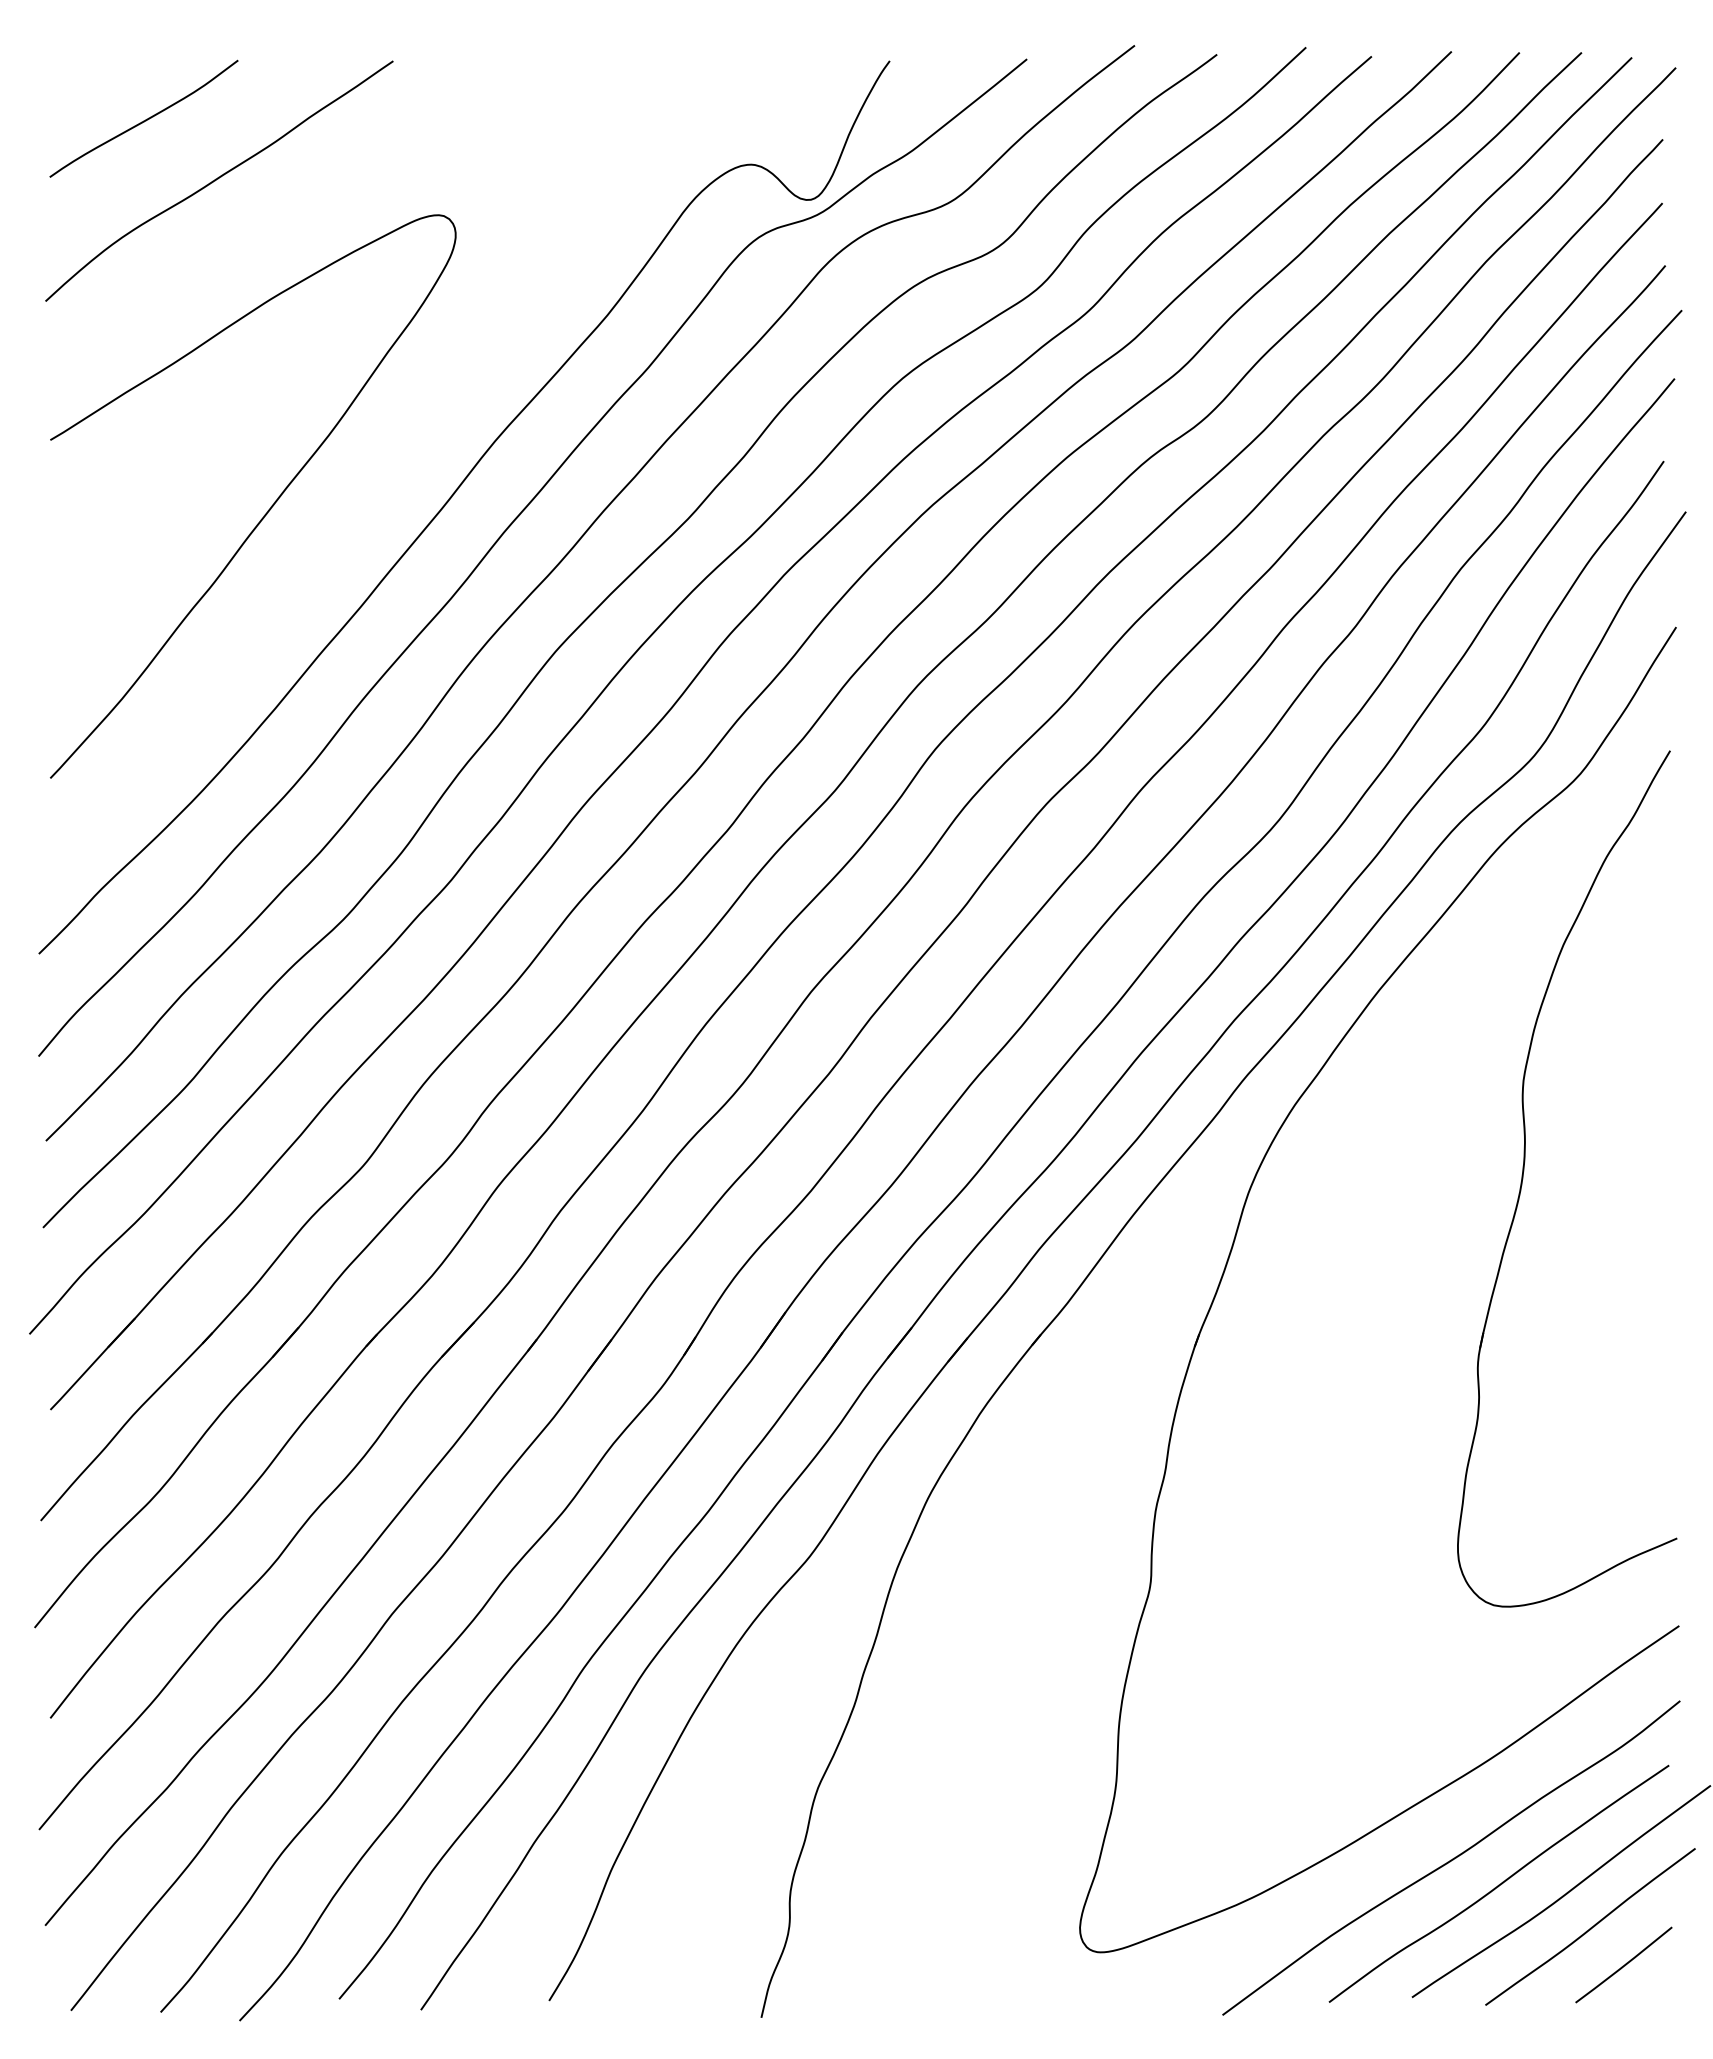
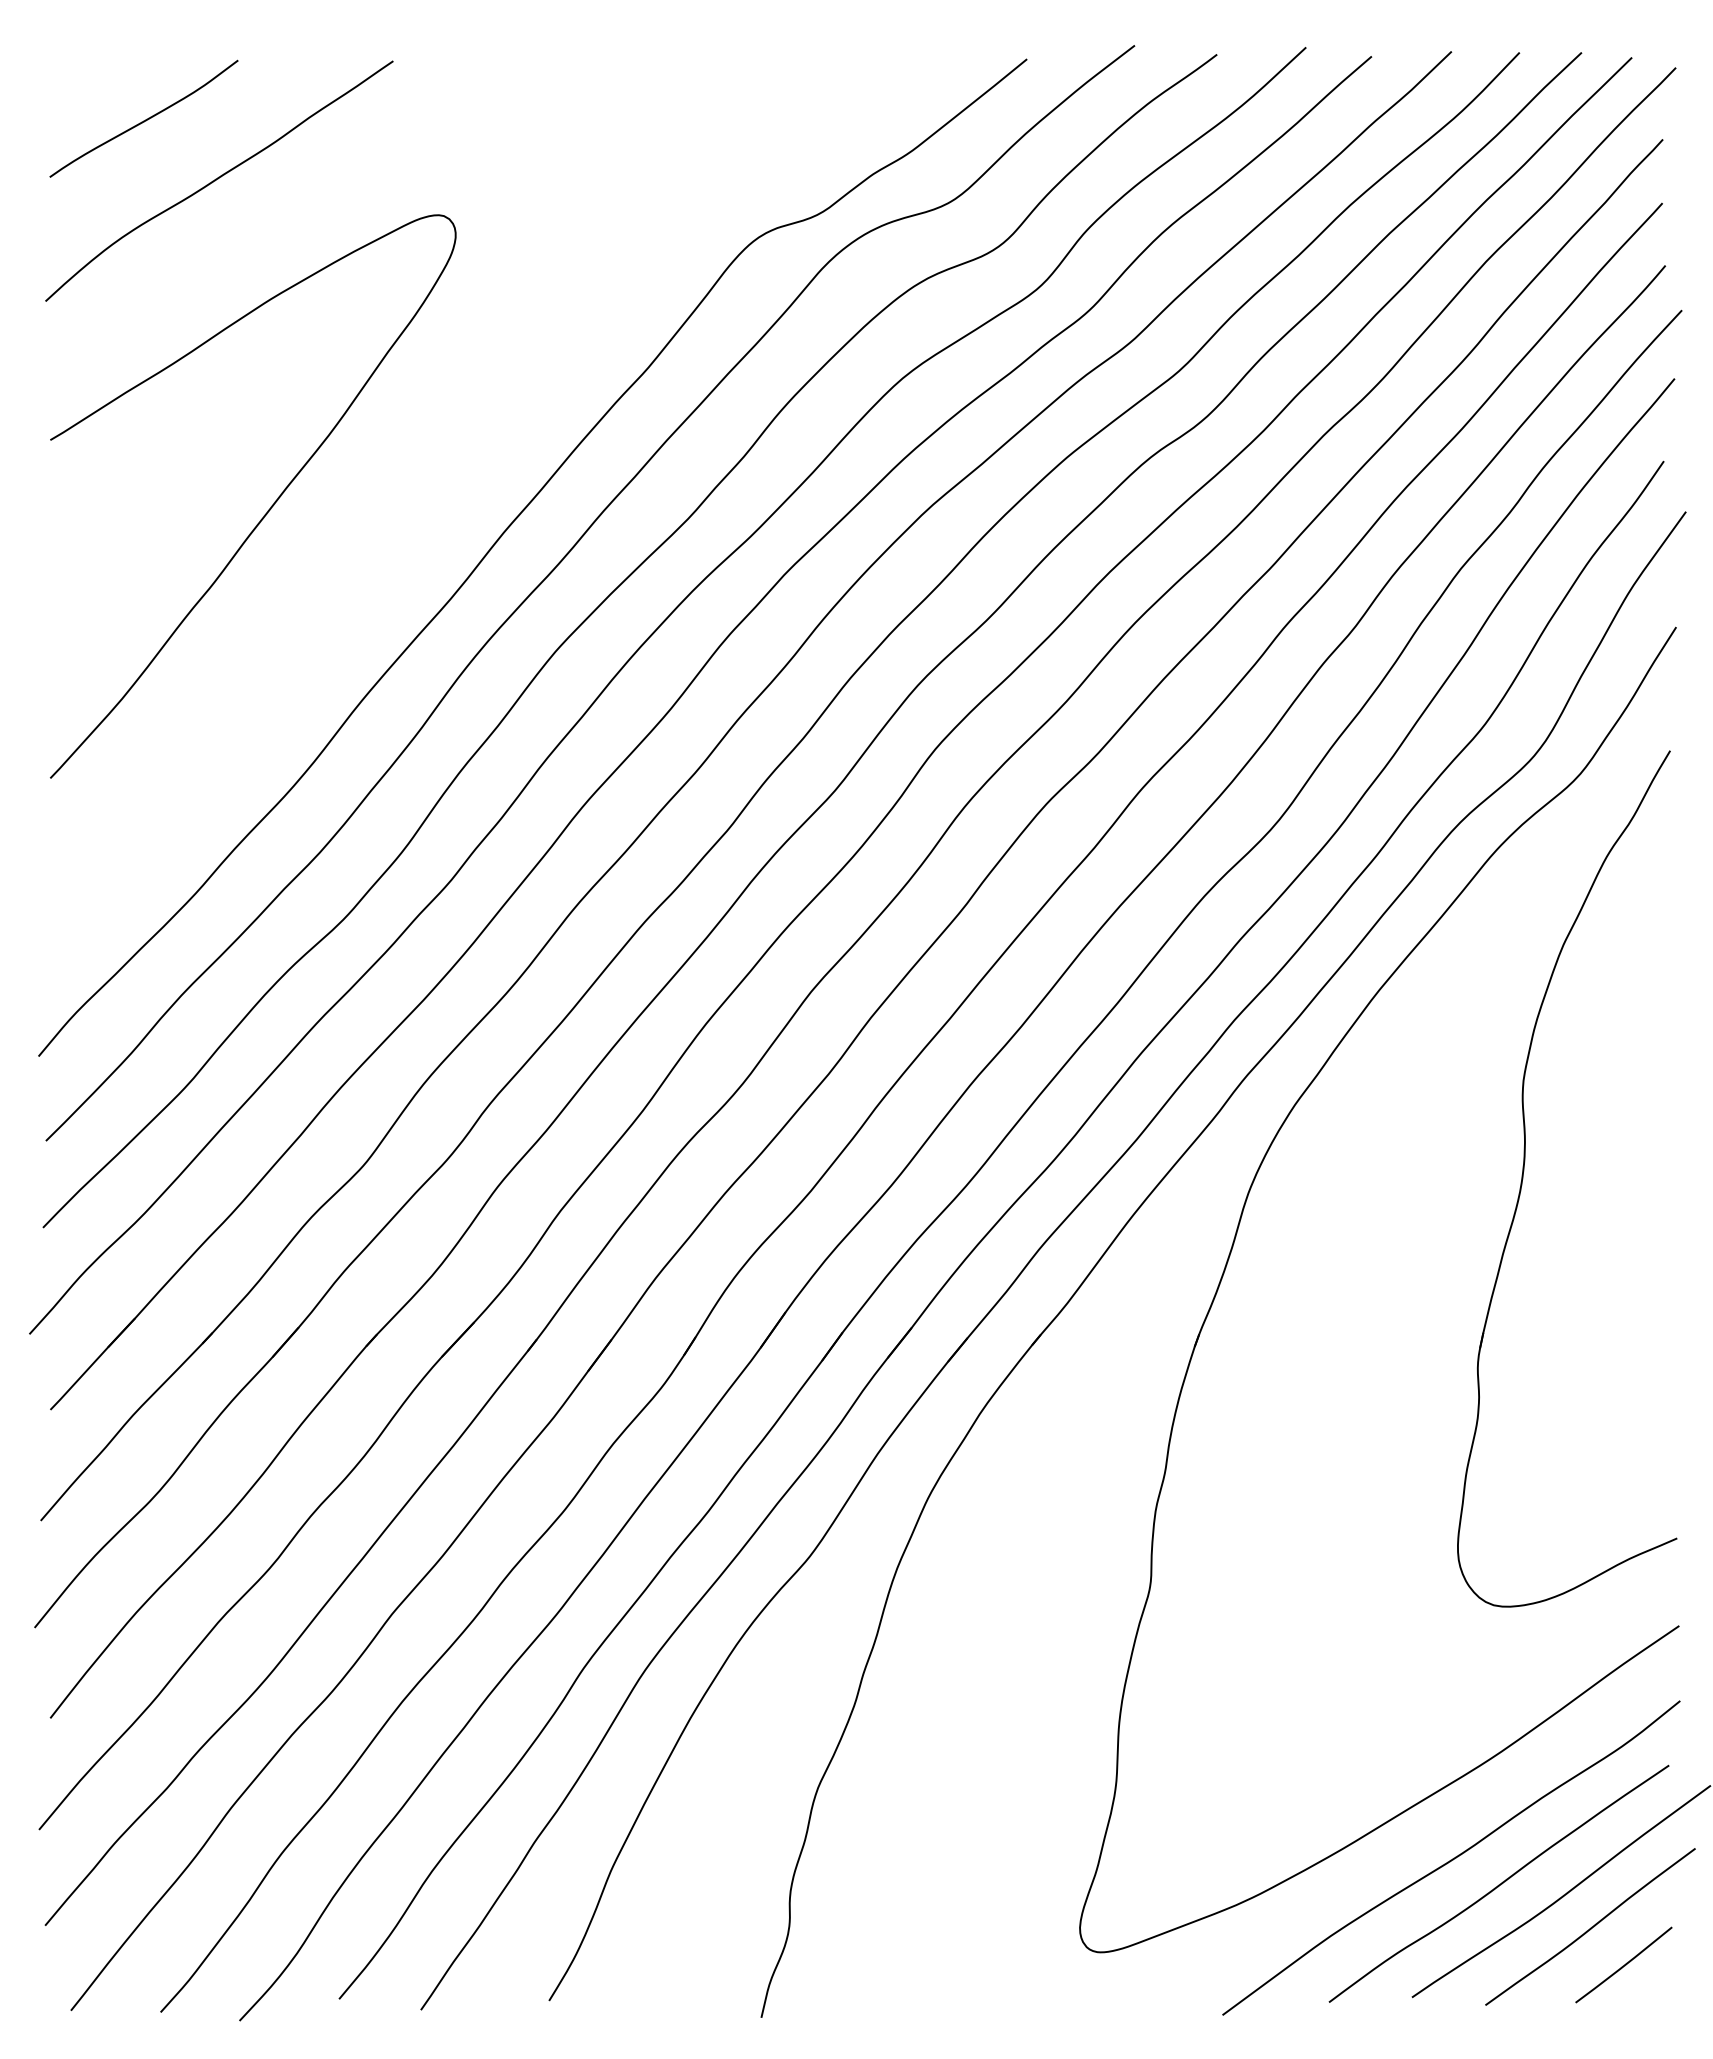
curve at (452, 497): present -> none
